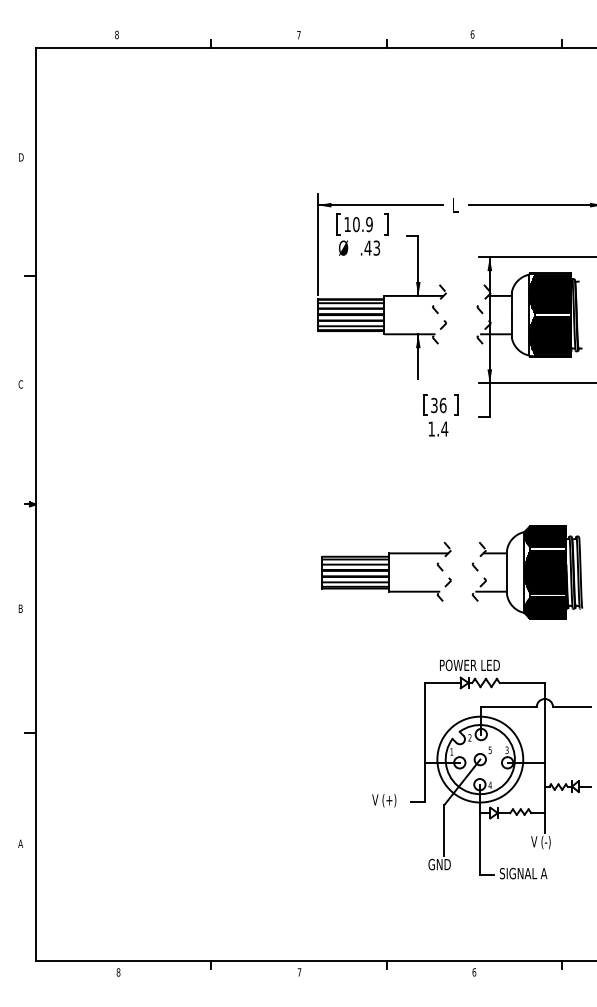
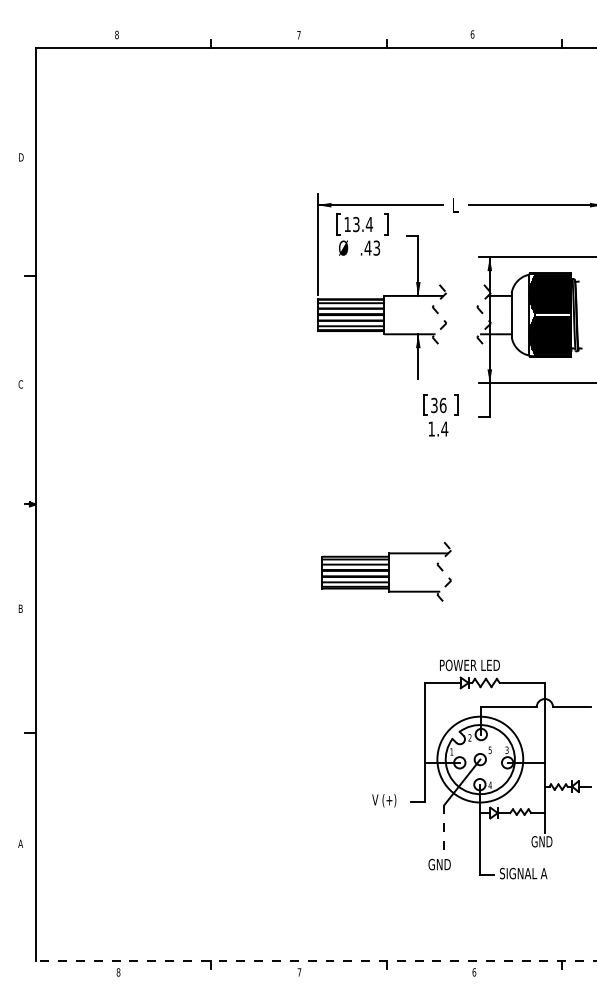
text at (363, 224): 10.9 -> 13.4
part at (527, 572): present -> none
line at (444, 830): solid -> dashed
text at (541, 842): V (-) -> GND
line at (315, 961): solid -> dashed
